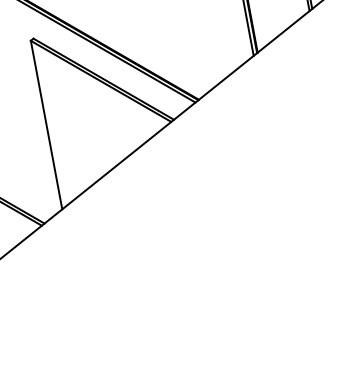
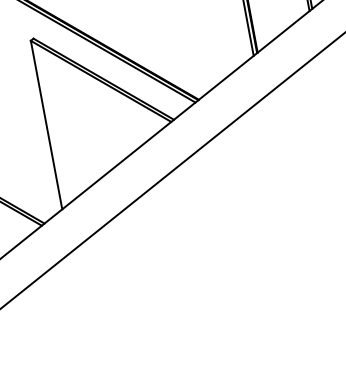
line at (172, 170): none -> present
